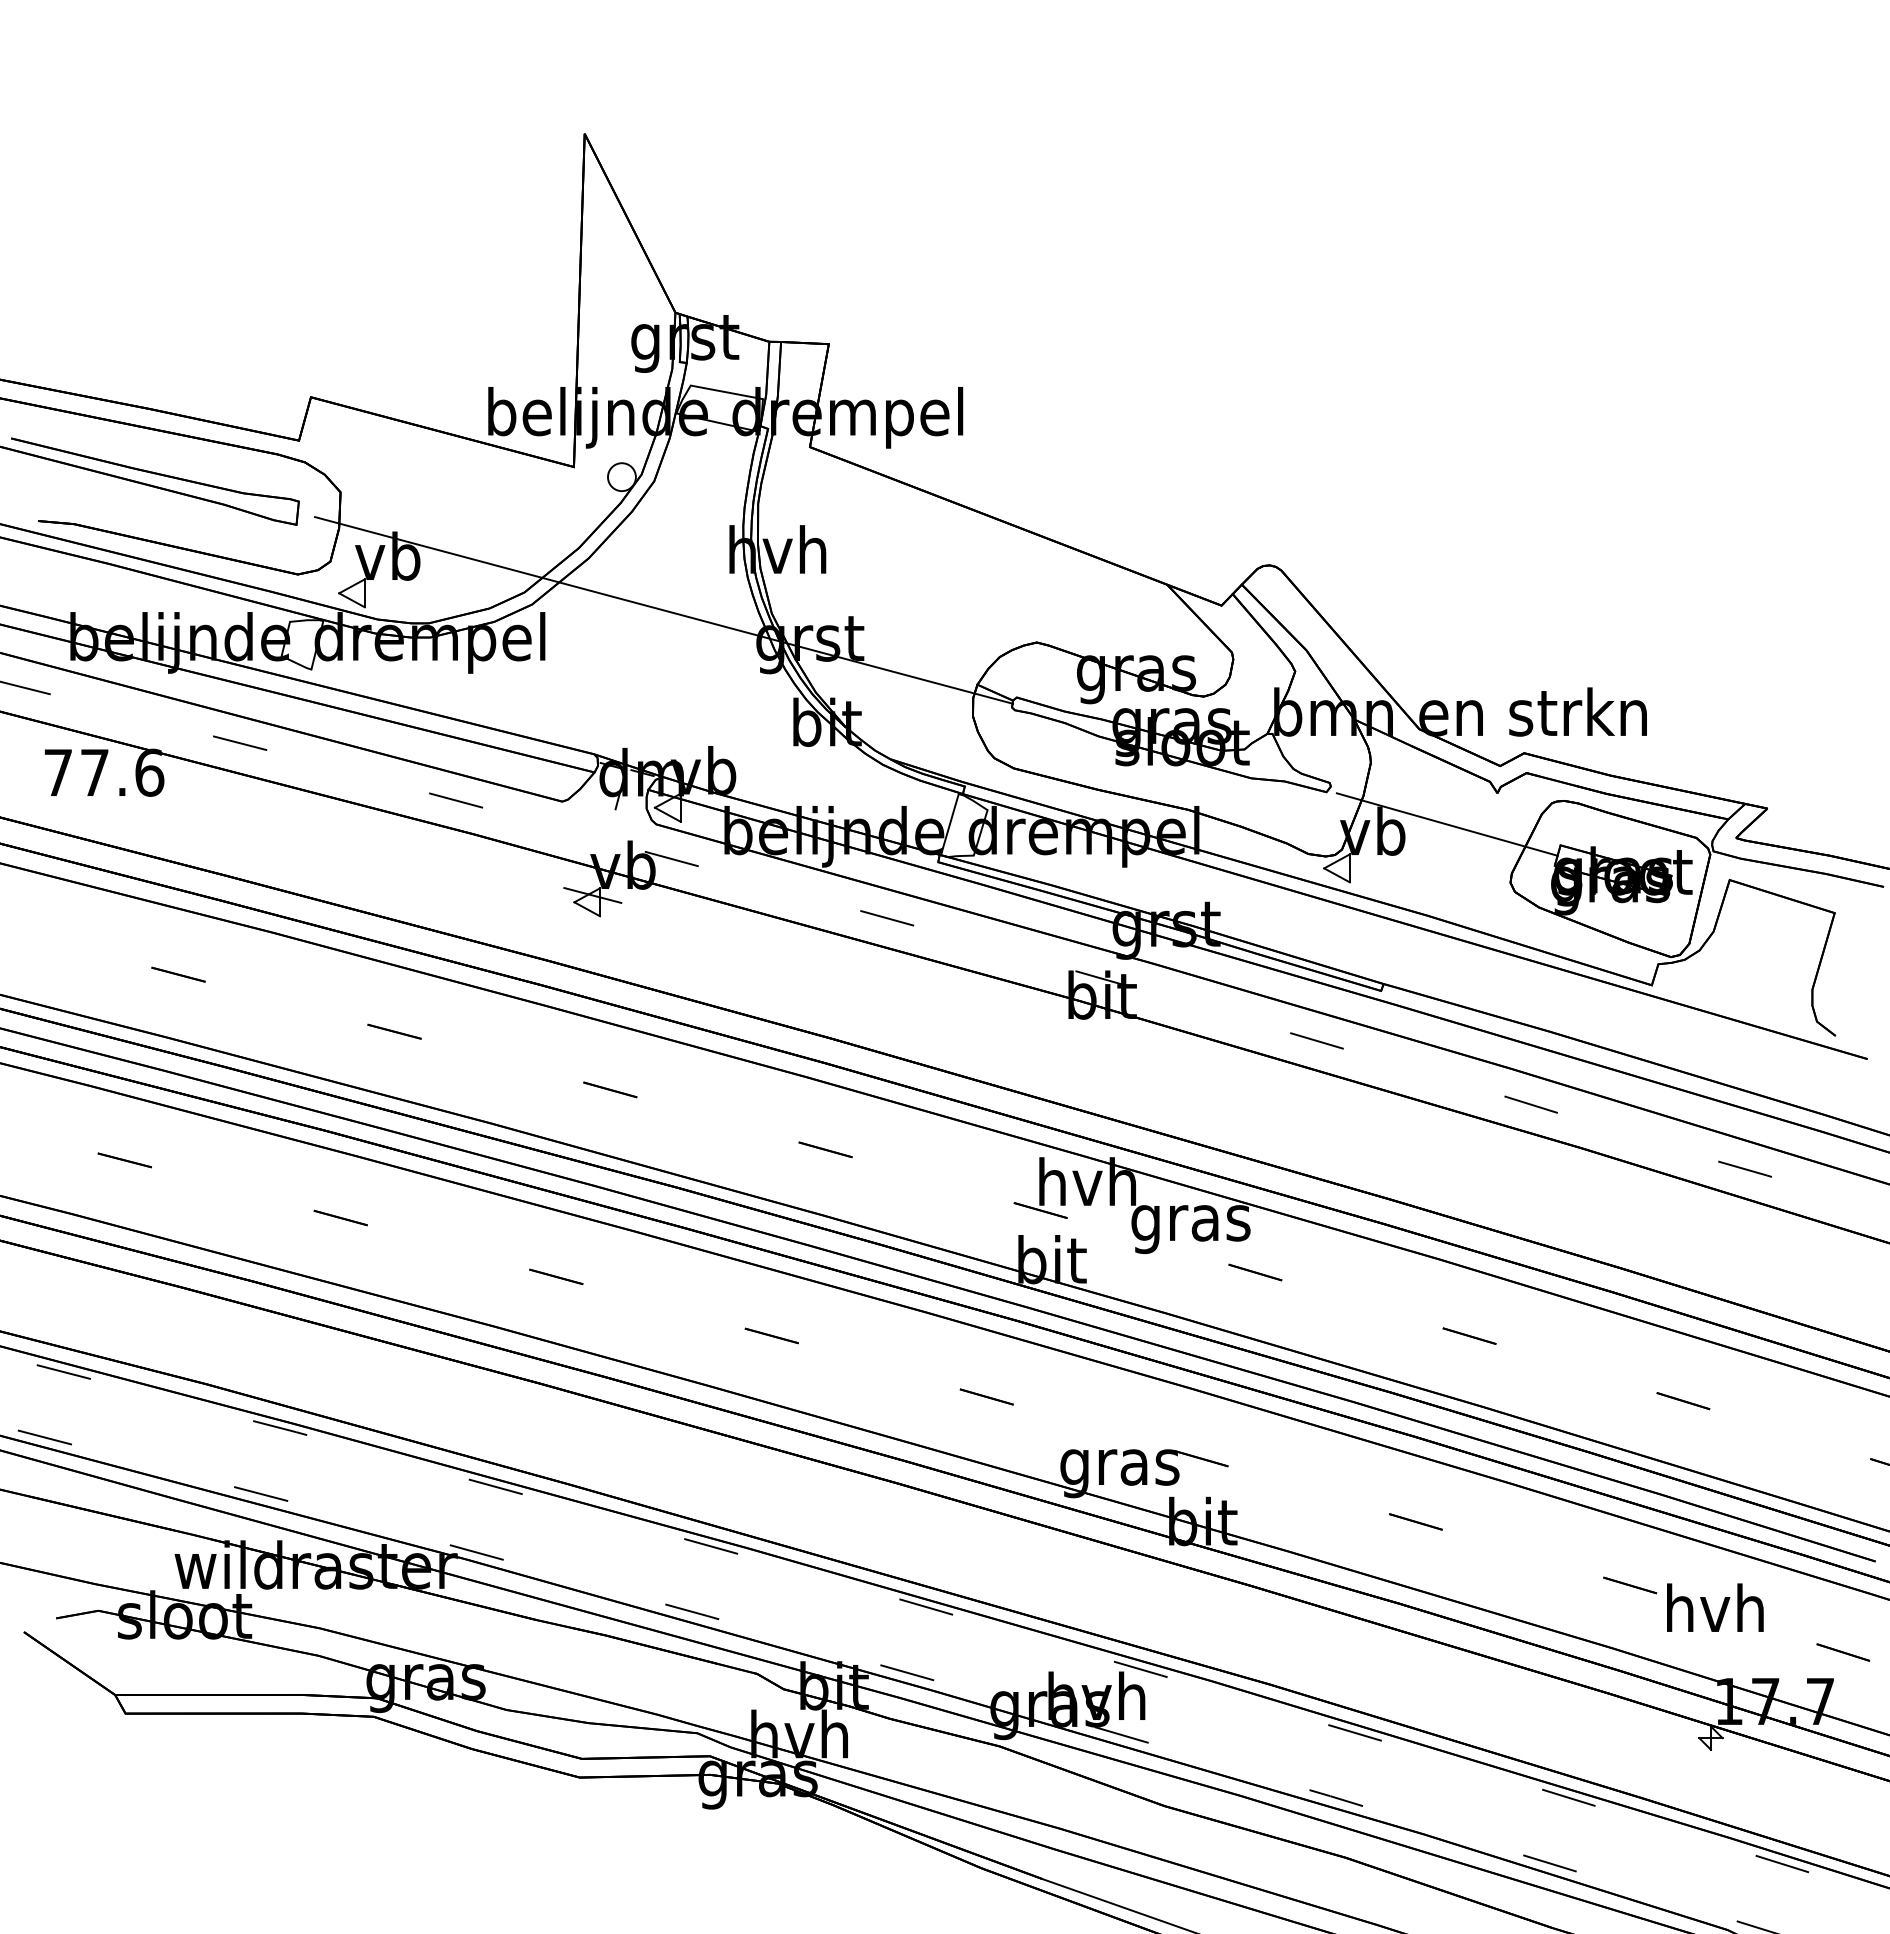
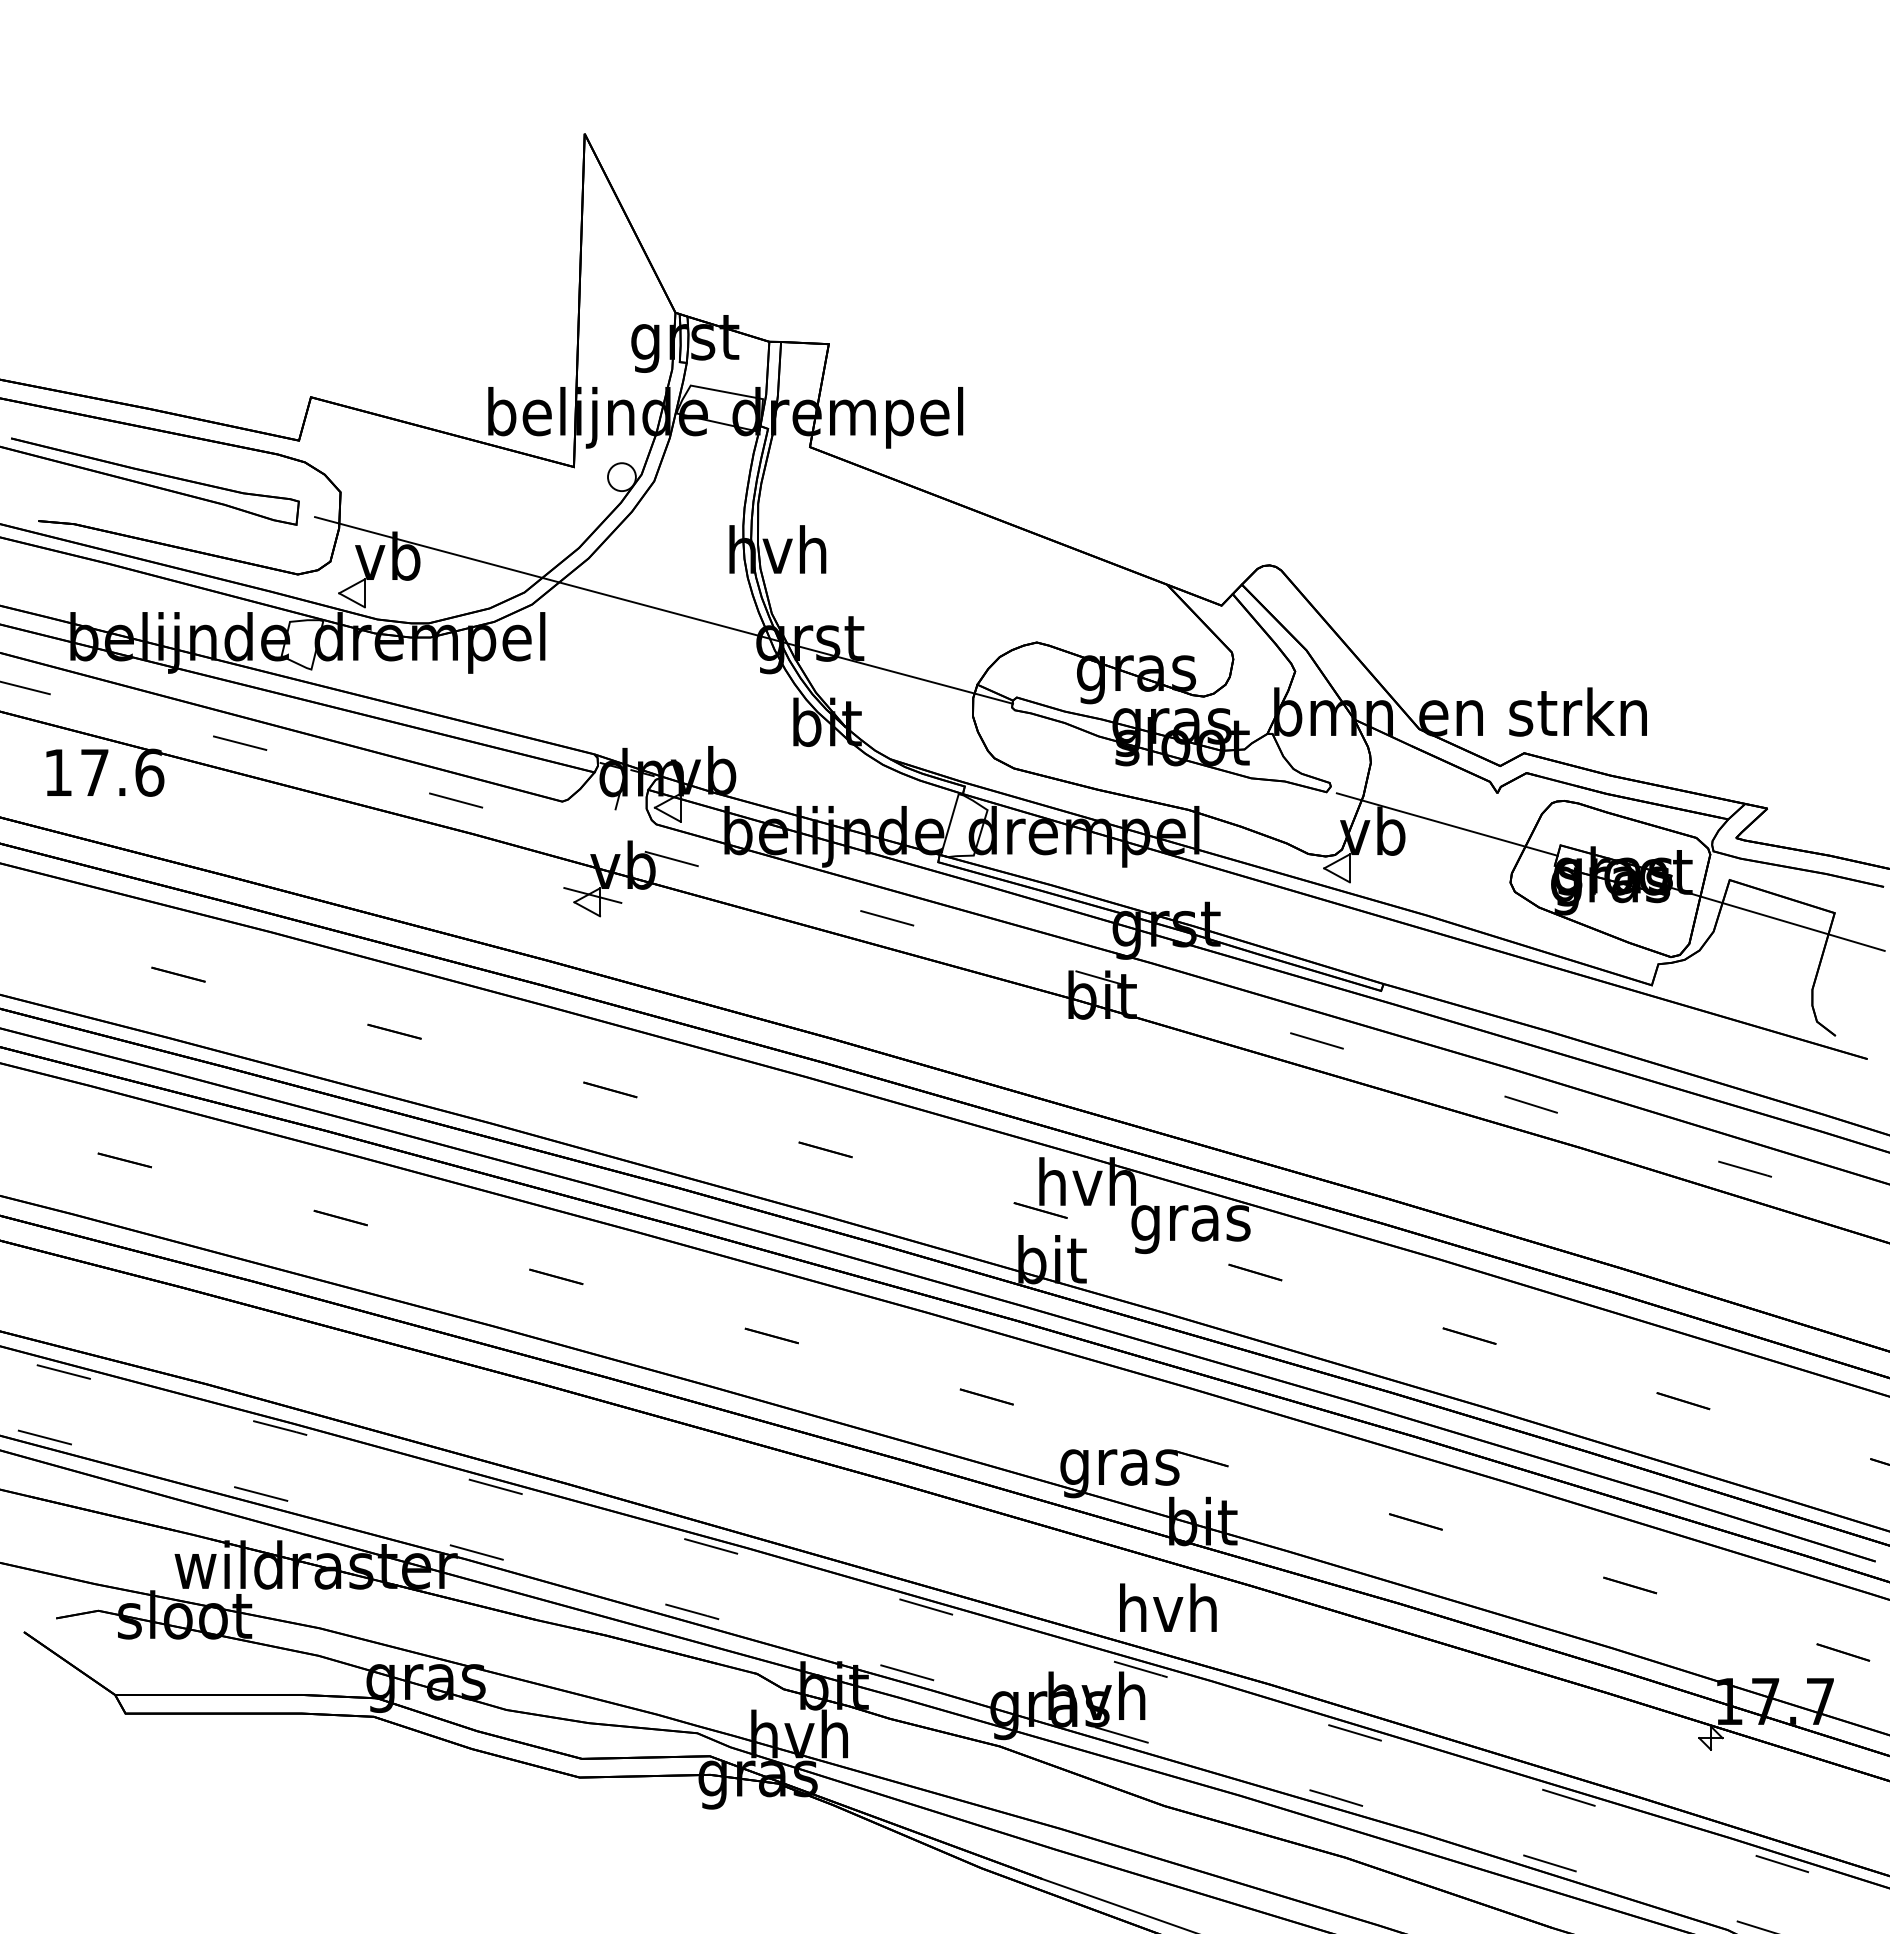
text at (57, 772): 77.6 -> 17.6
line at (1775, 918): none -> present
text at (1715, 1607) position: (1715, 1607) -> (1168, 1607)
